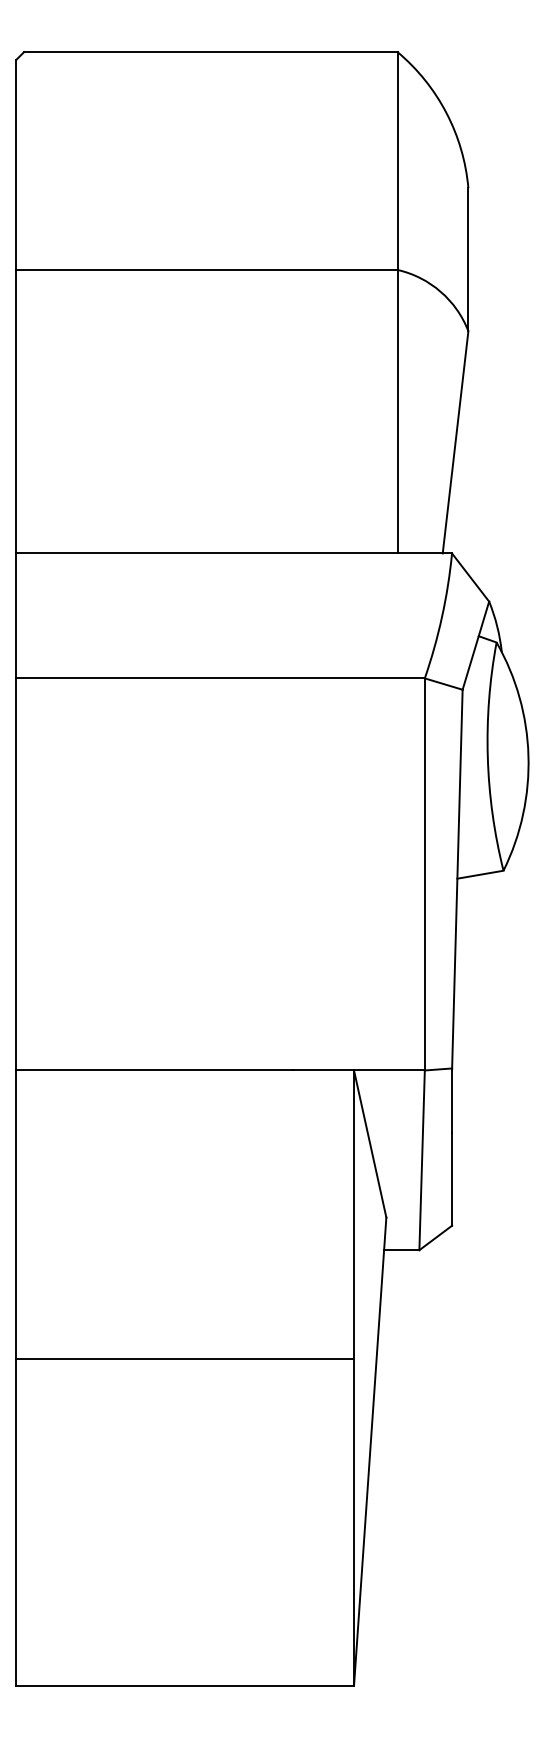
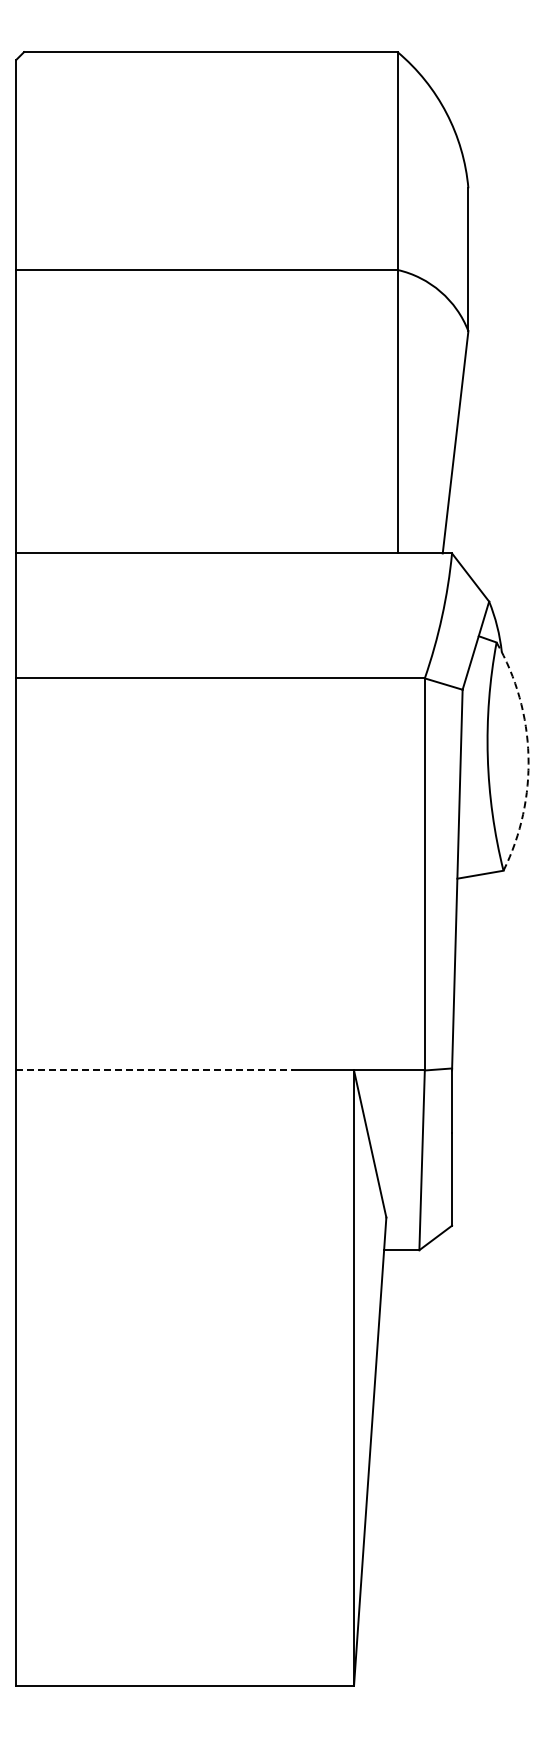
arc at (528, 755): solid -> dashed
line at (155, 1070): solid -> dashed
line at (185, 1359): present -> none
